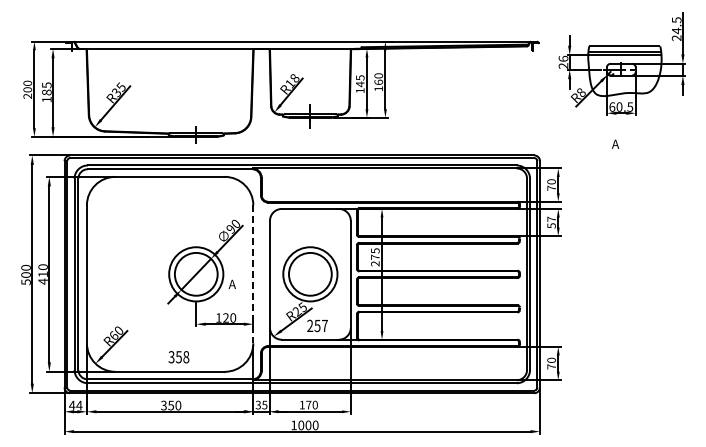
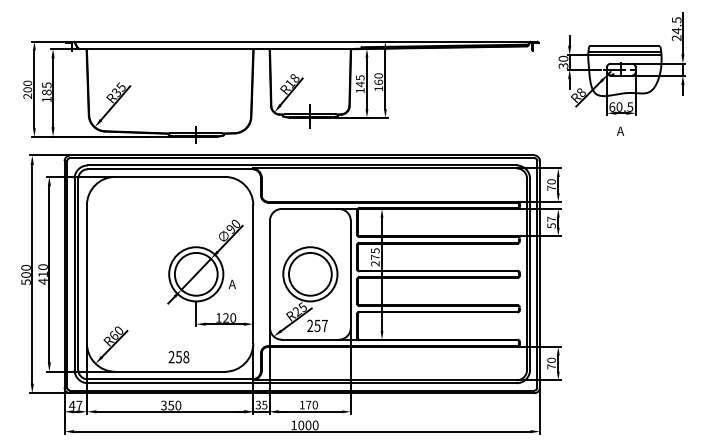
text at (563, 61): 26 -> 30
text at (615, 143) position: (615, 143) -> (620, 130)
line at (253, 274): dashed -> solid
text at (171, 357): 358 -> 258
text at (79, 405): 44 -> 47
